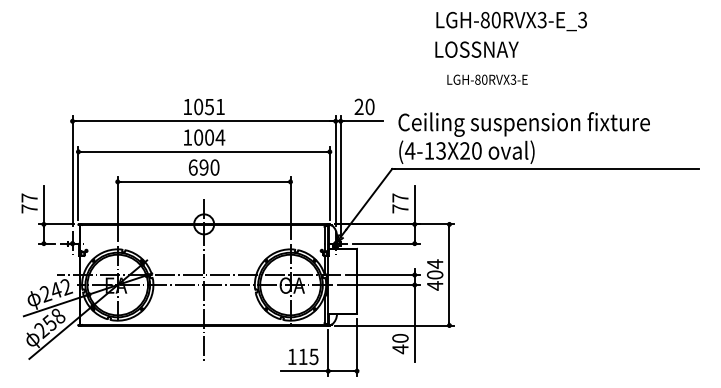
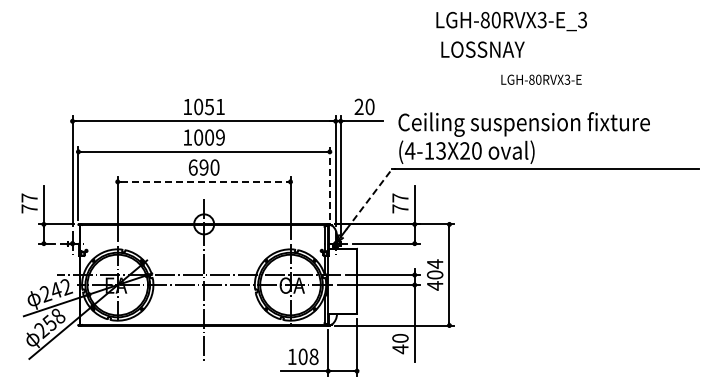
text at (476, 49) position: (476, 49) -> (482, 49)
text at (487, 79) position: (487, 79) -> (541, 79)
text at (220, 137): 1004 -> 1009
line at (204, 181): solid -> dashed
line at (329, 182): solid -> dashed
line at (369, 198): solid -> dashed
text at (308, 356): 115 -> 108
